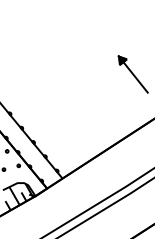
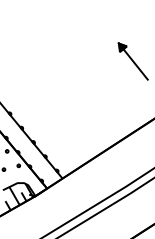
part at (132, 74) position: (132, 74) -> (132, 61)
